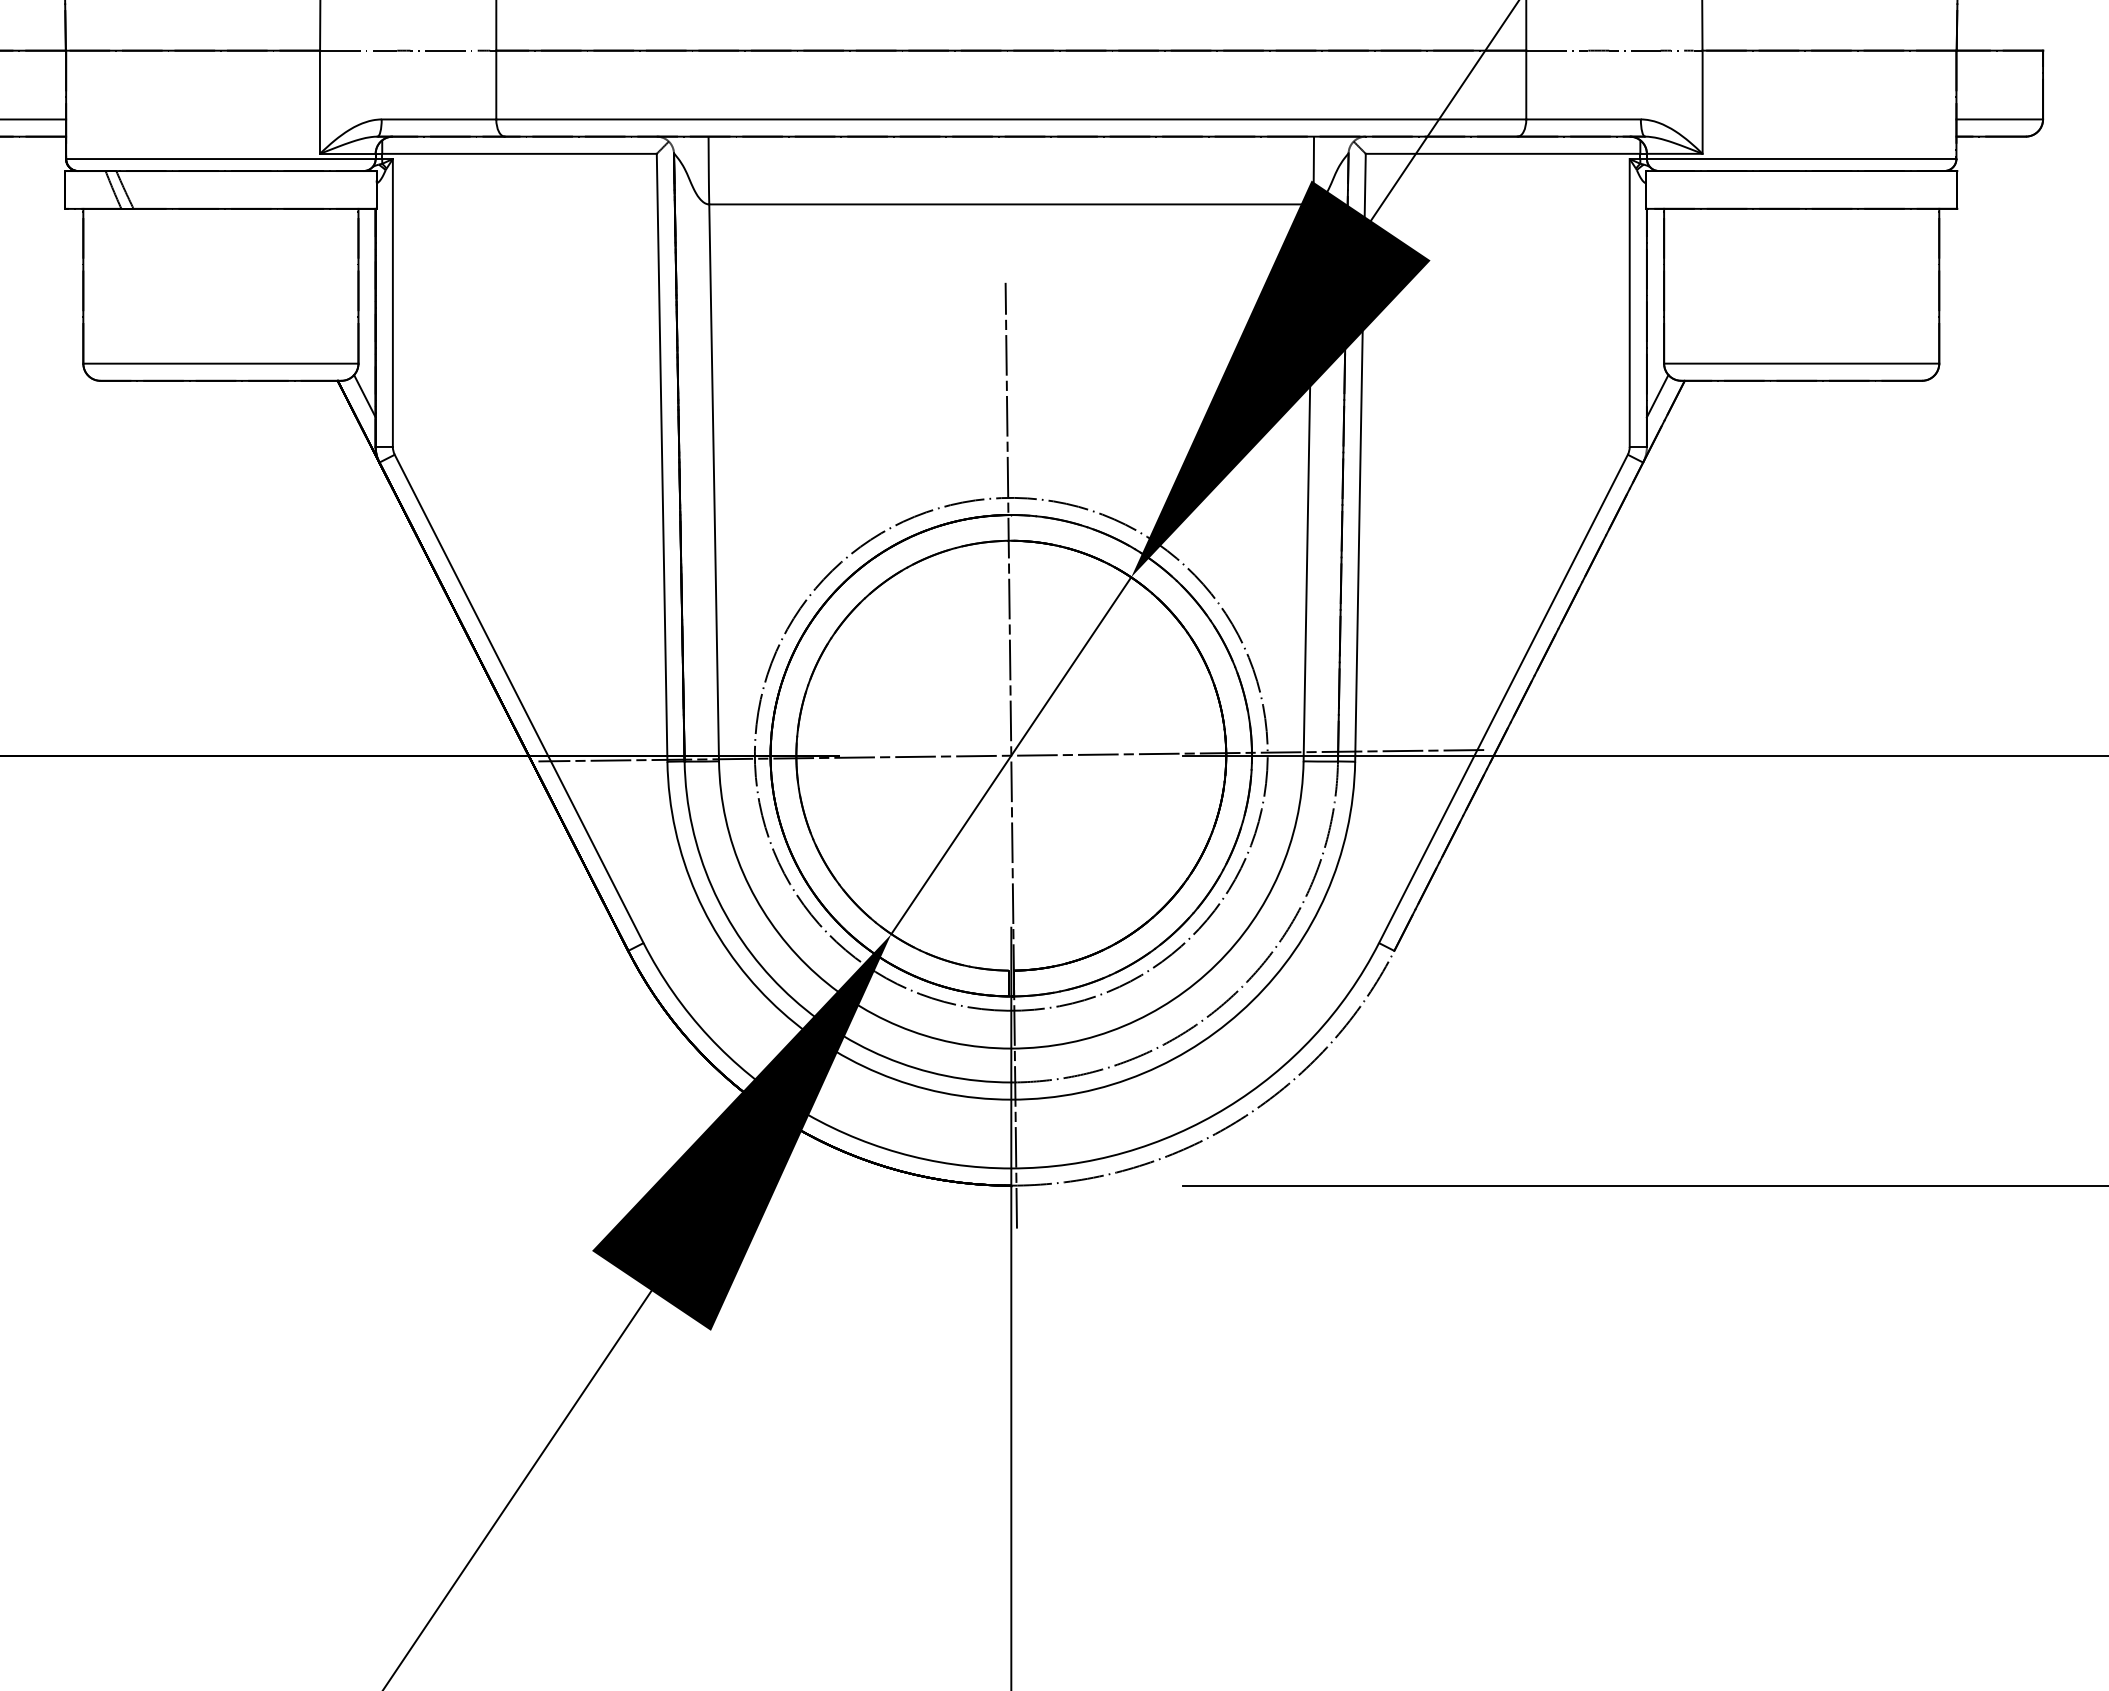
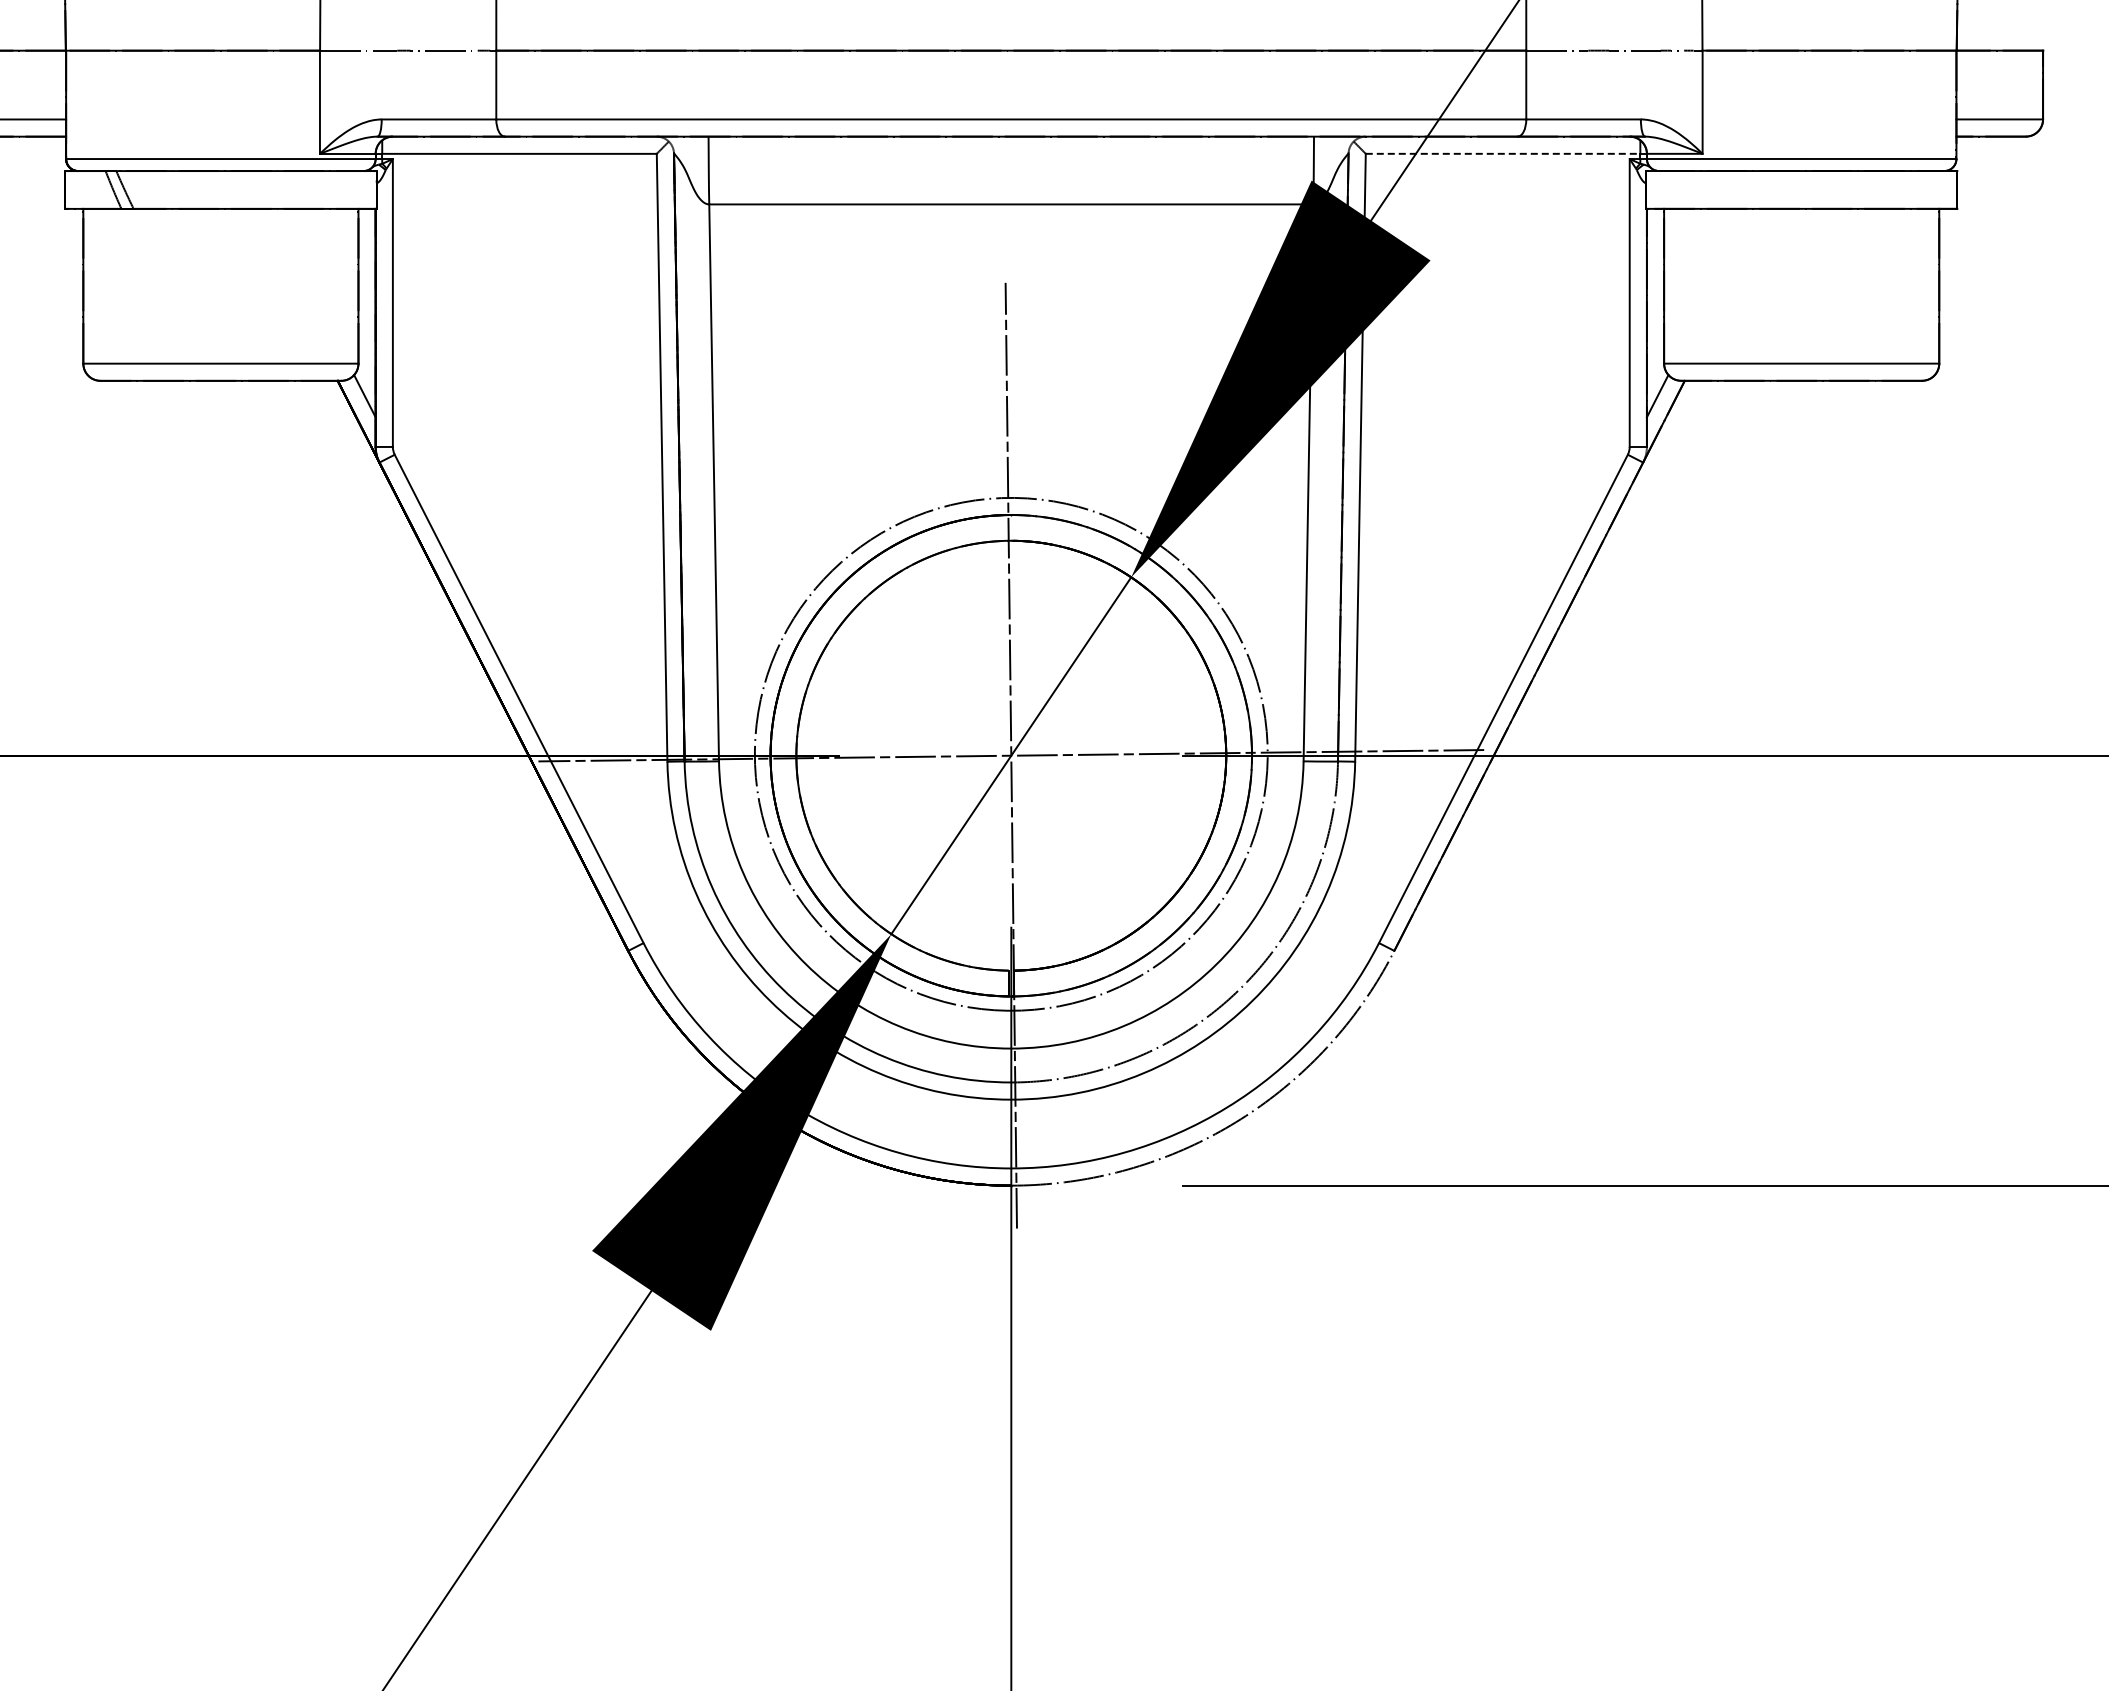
line at (1503, 153): solid -> dashed
